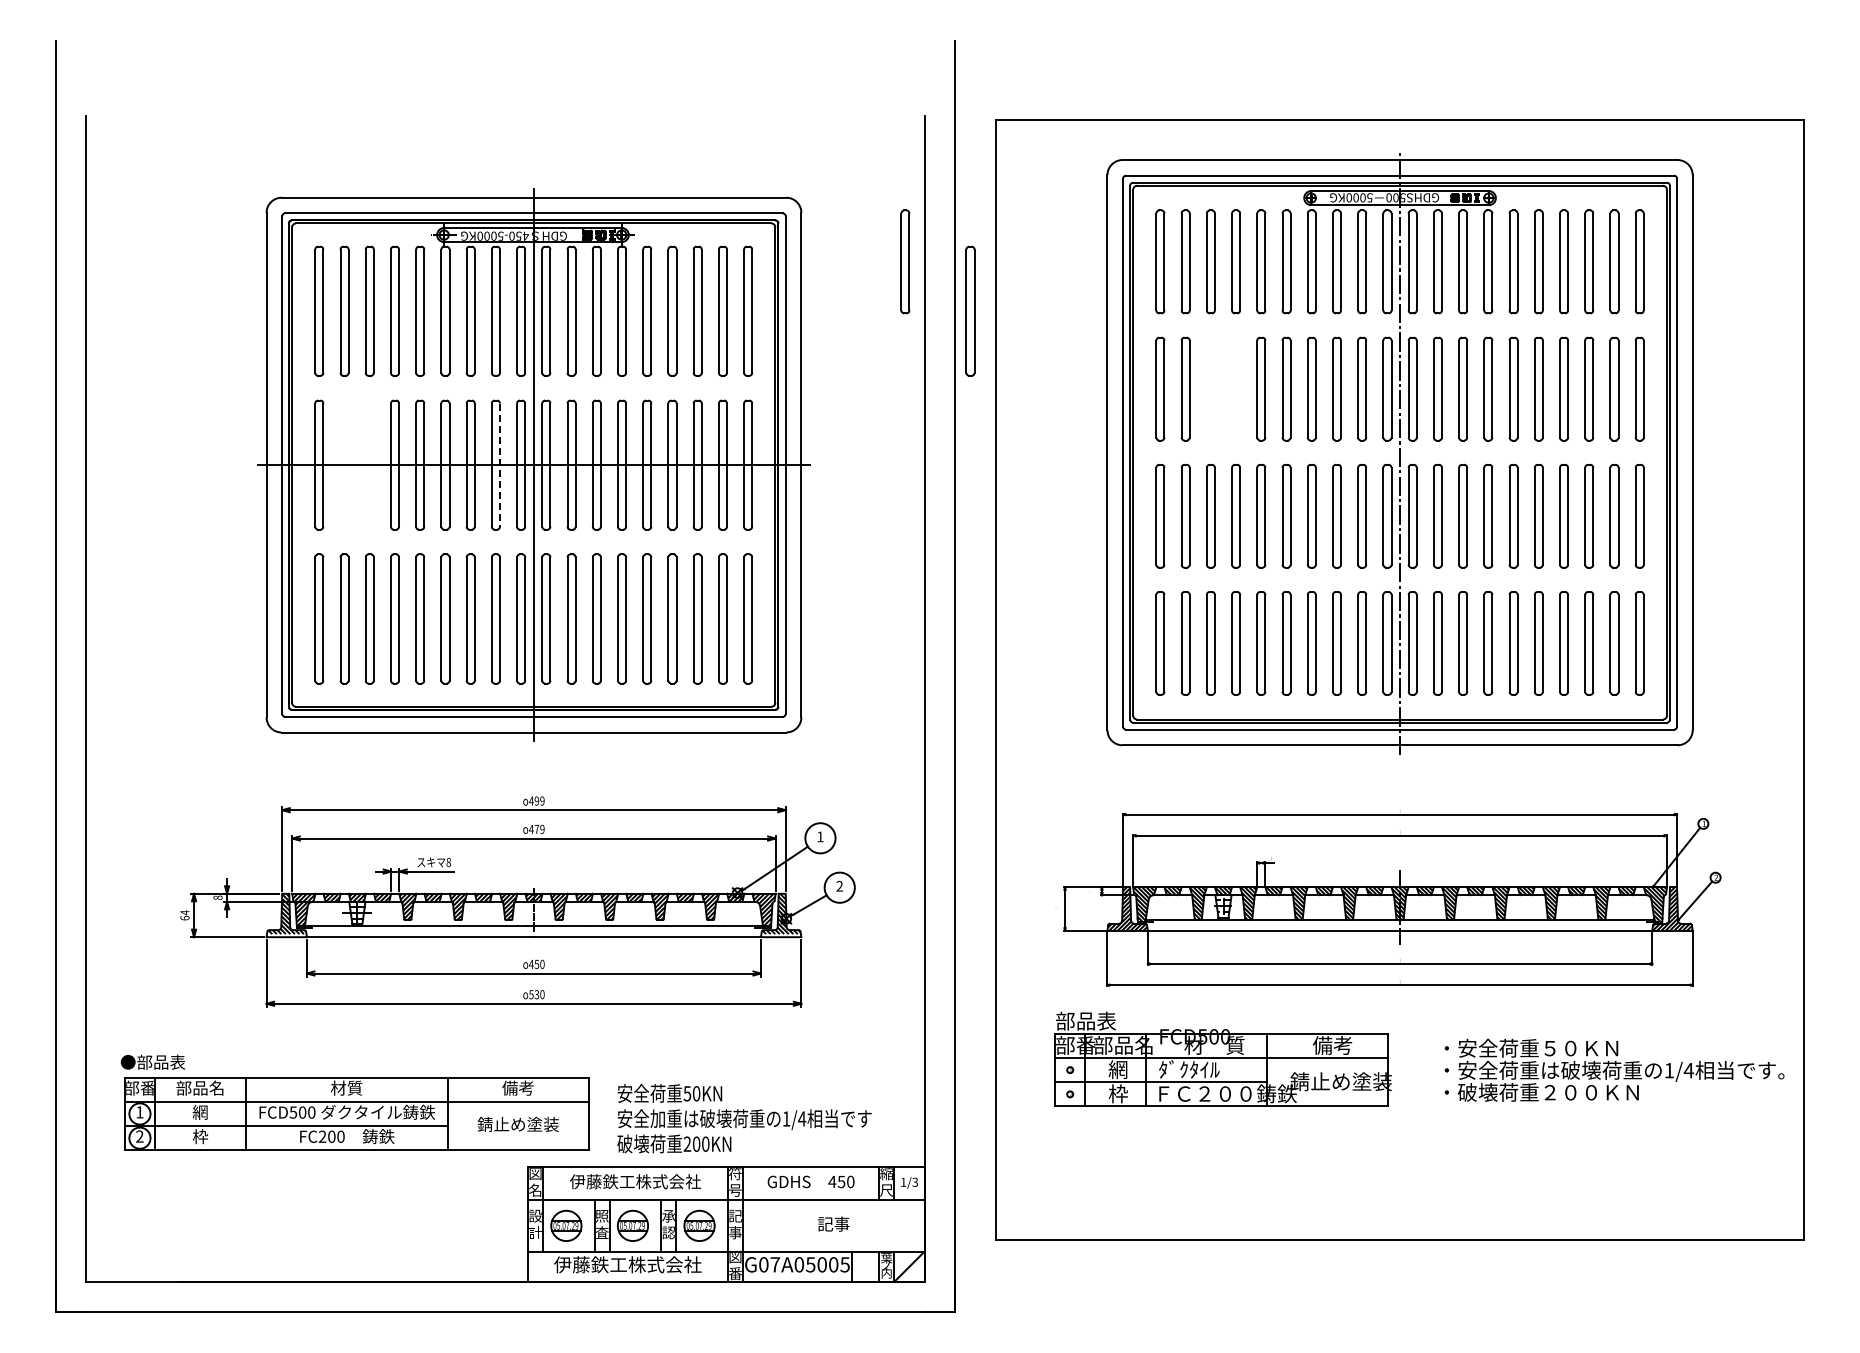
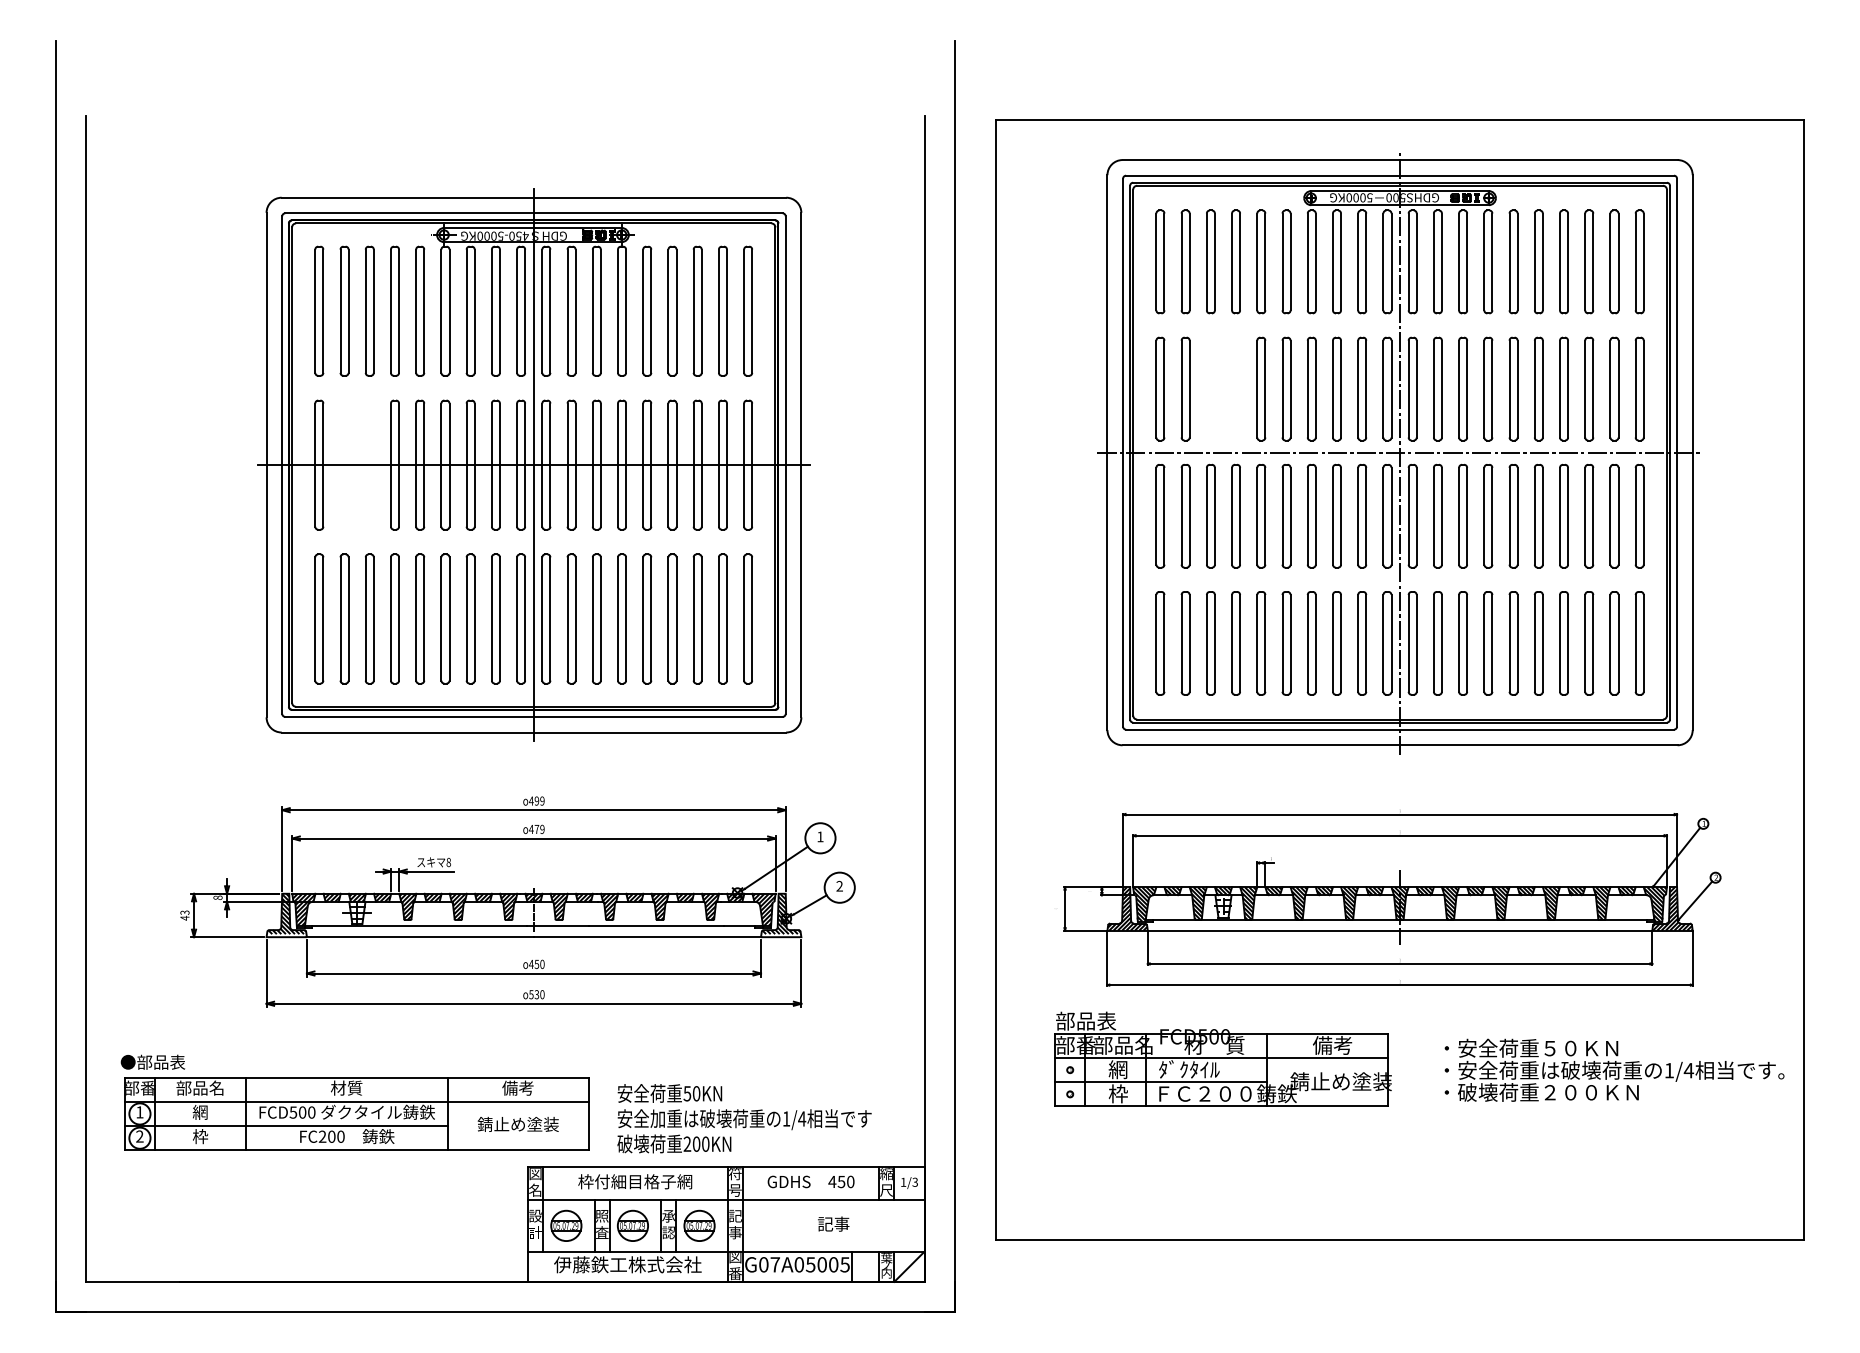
part at (905, 261): present -> none
part at (970, 310): present -> none
line at (1399, 452): none -> present
line at (499, 465): dashed -> solid
text at (184, 915): 64 -> 43
text at (635, 1181): 伊藤鉄工株式会社 -> 枠付細目格子網
